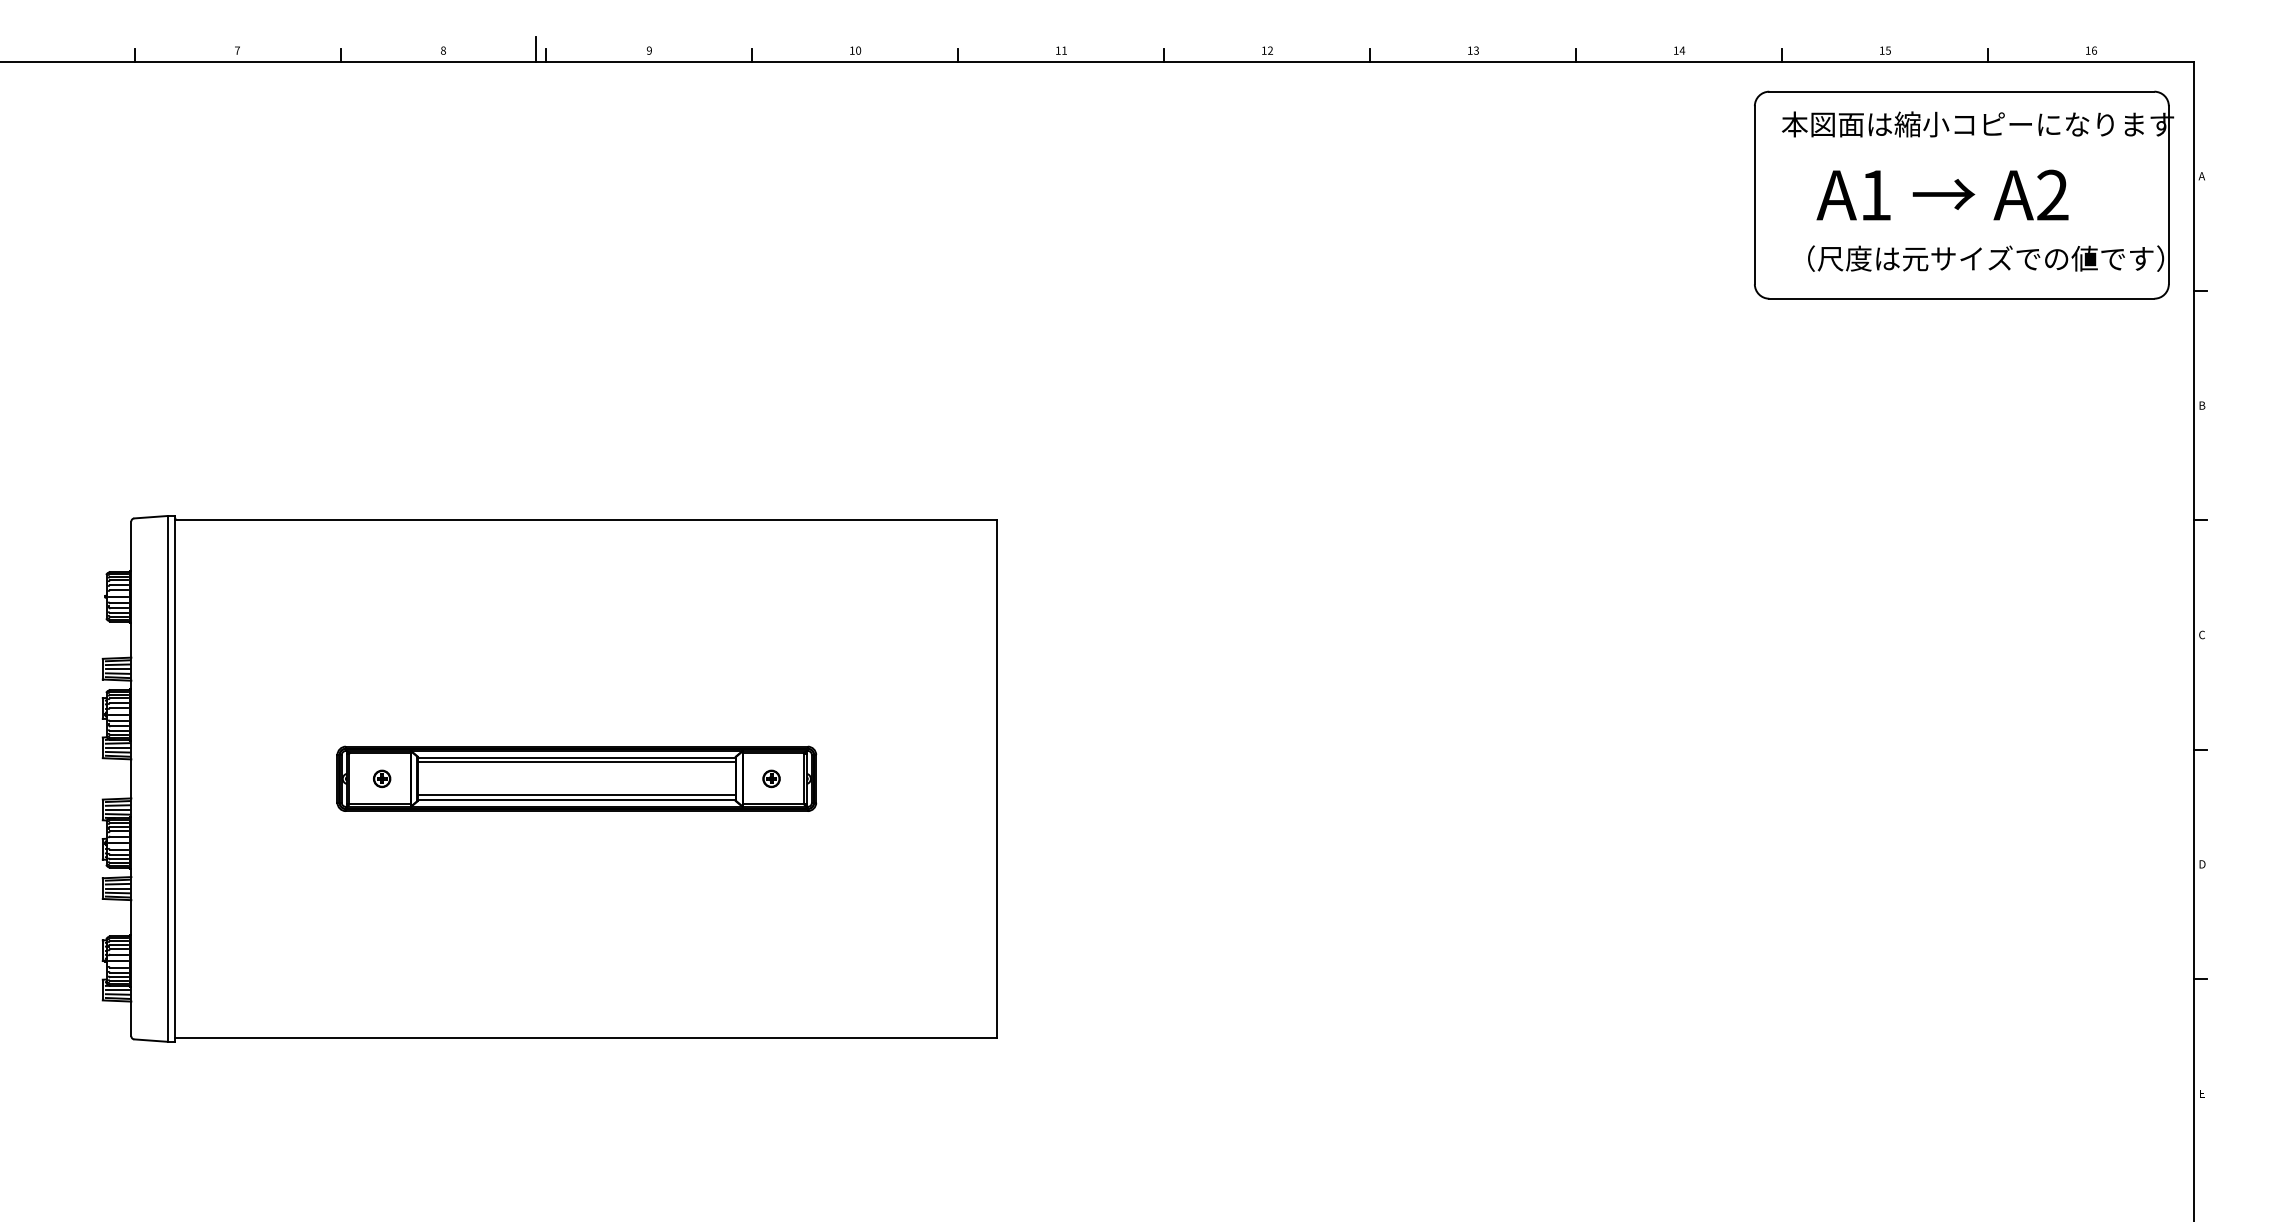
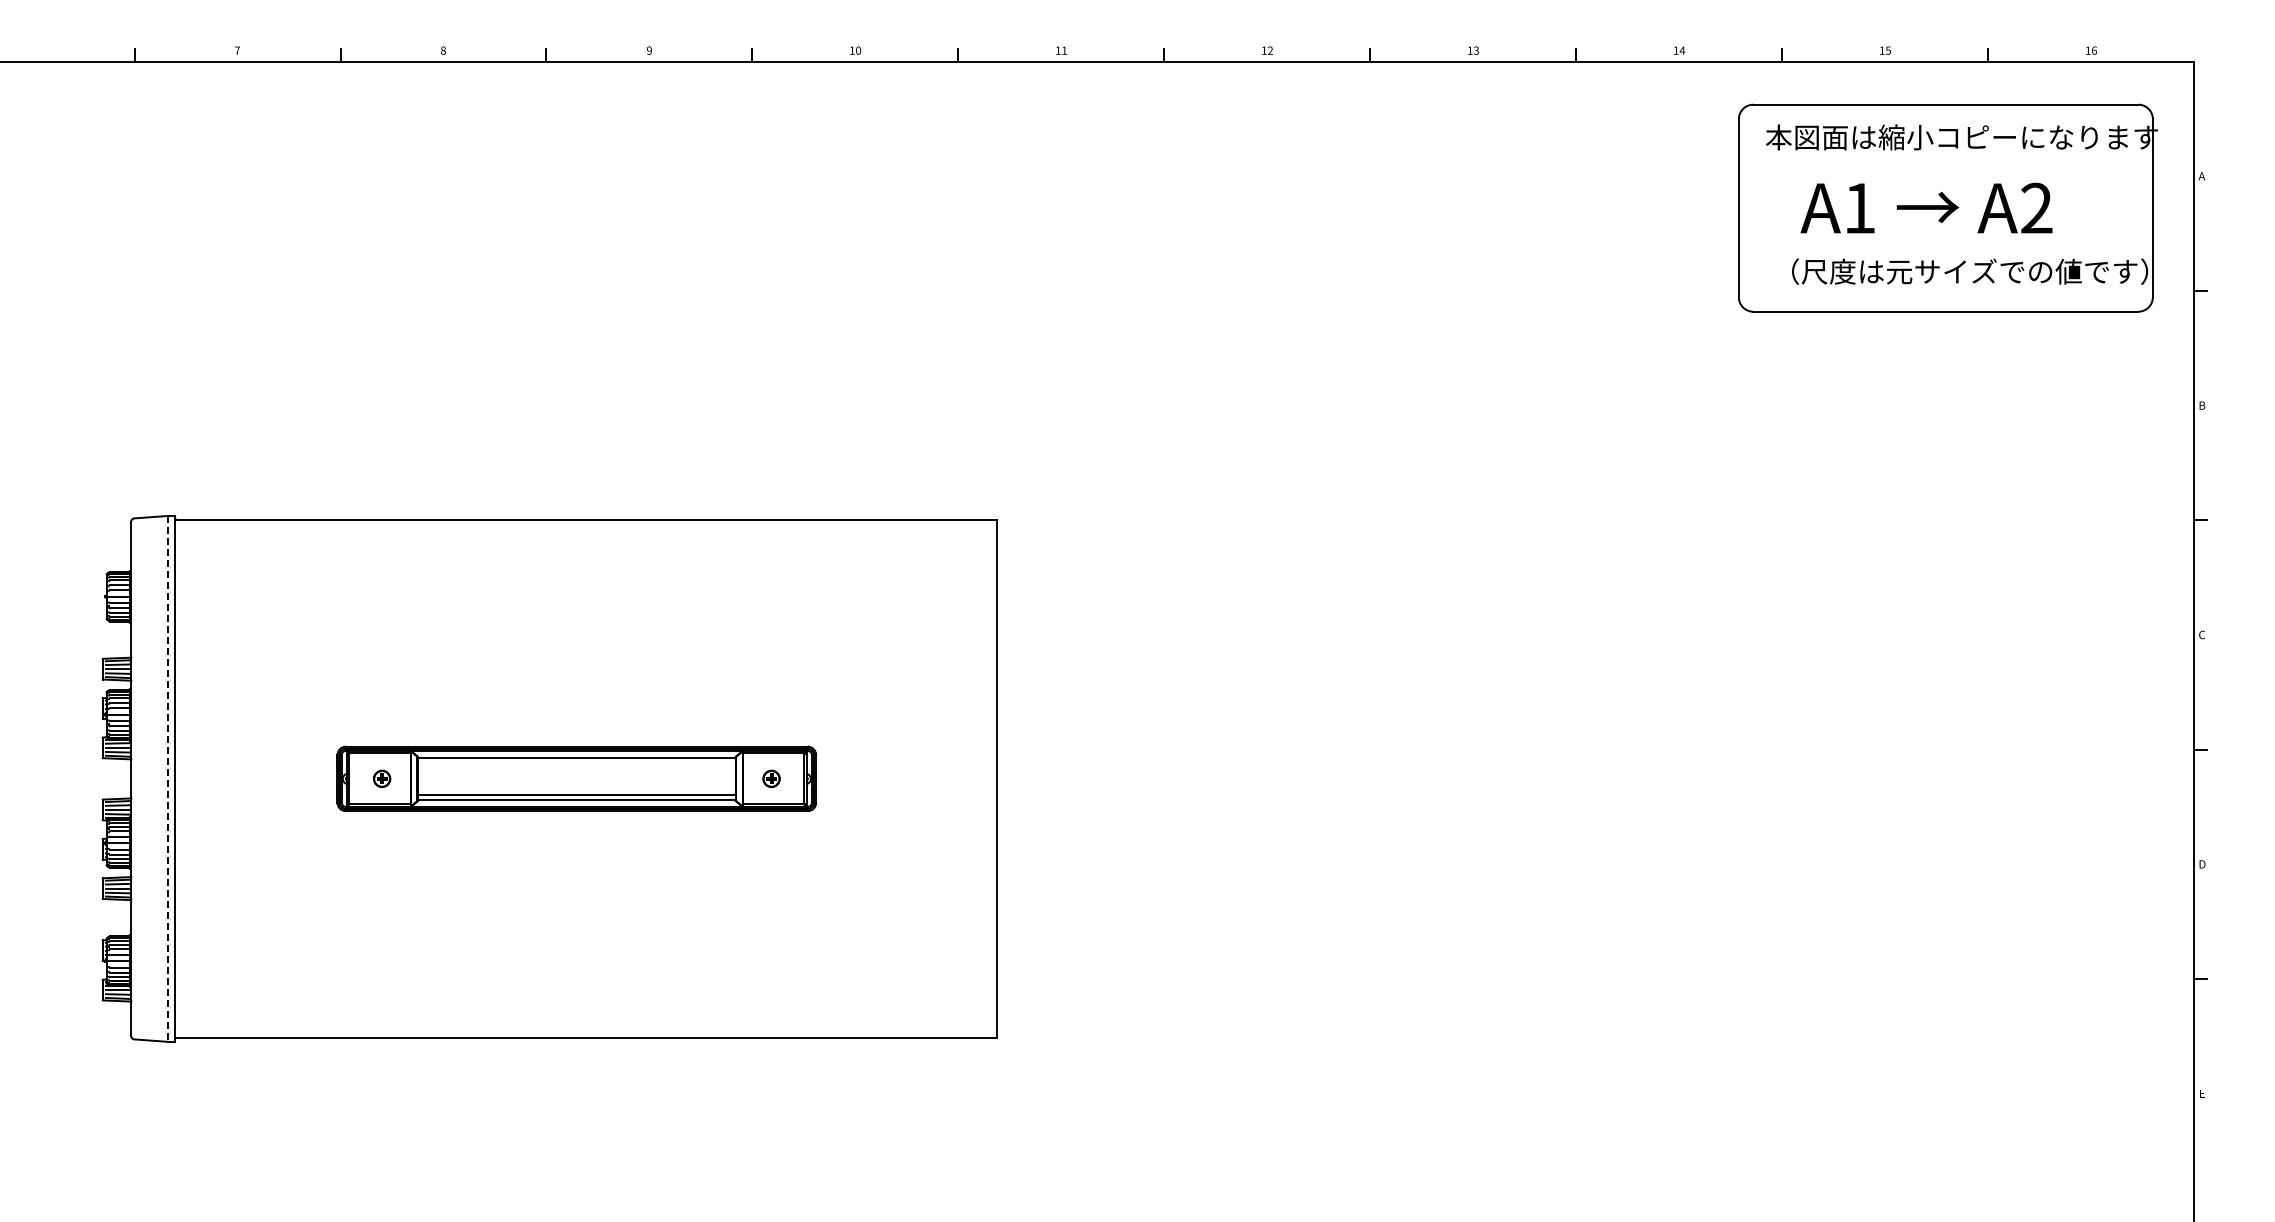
line at (536, 48): present -> none
part at (1964, 194) position: (1964, 194) -> (1948, 207)
line at (576, 762): present -> none
line at (167, 778): solid -> dashed
